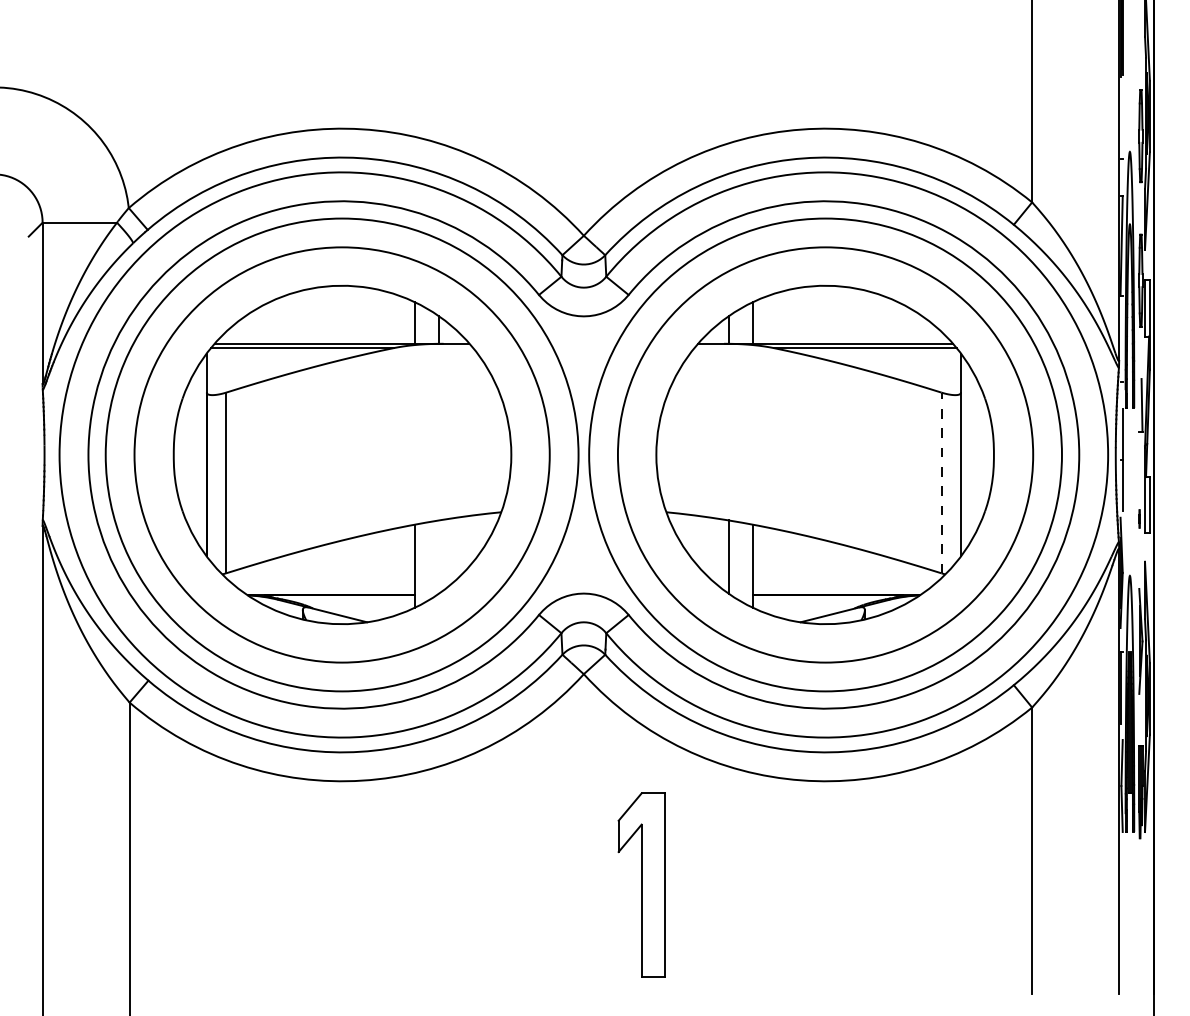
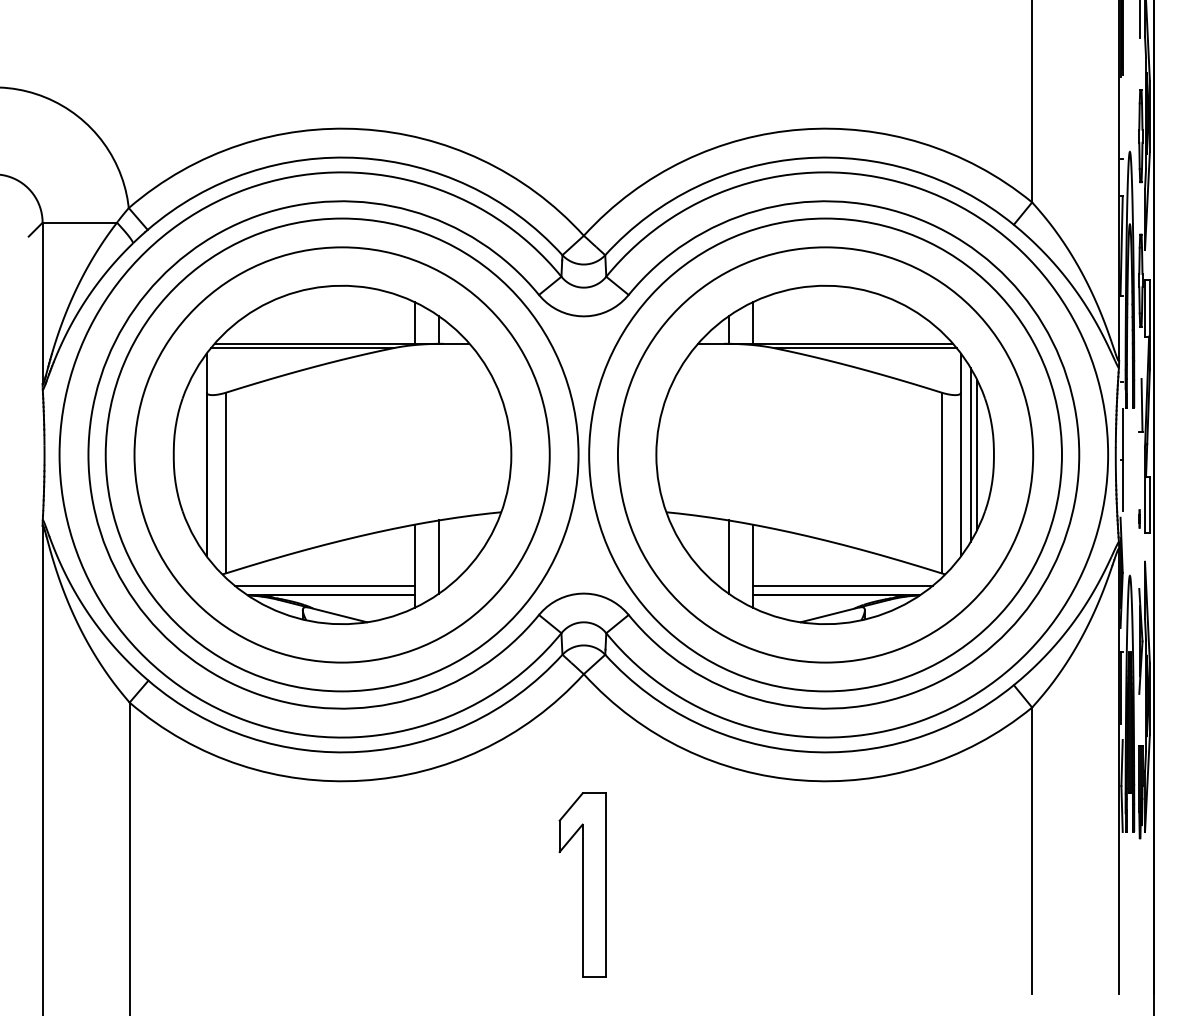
line at (1139, 19): none -> present
line at (970, 454): none -> present
line at (977, 454): none -> present
line at (941, 482): dashed -> solid
line at (438, 556): none -> present
line at (324, 585): none -> present
line at (843, 585): none -> present
part at (641, 884) position: (641, 884) -> (582, 884)
